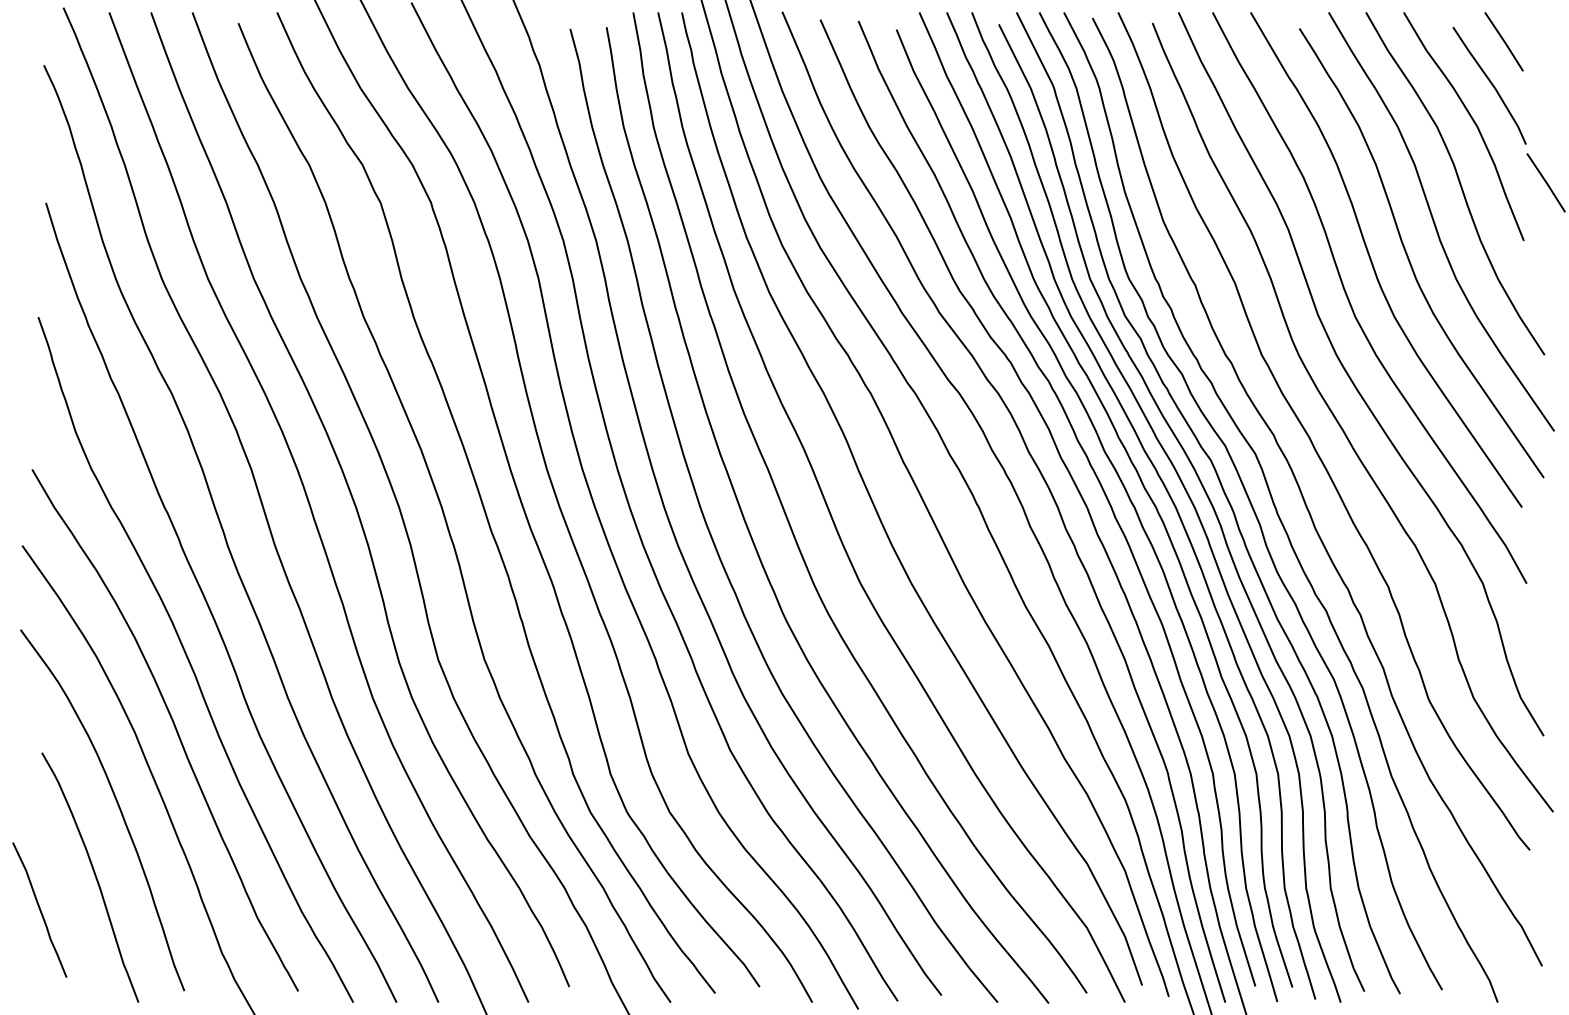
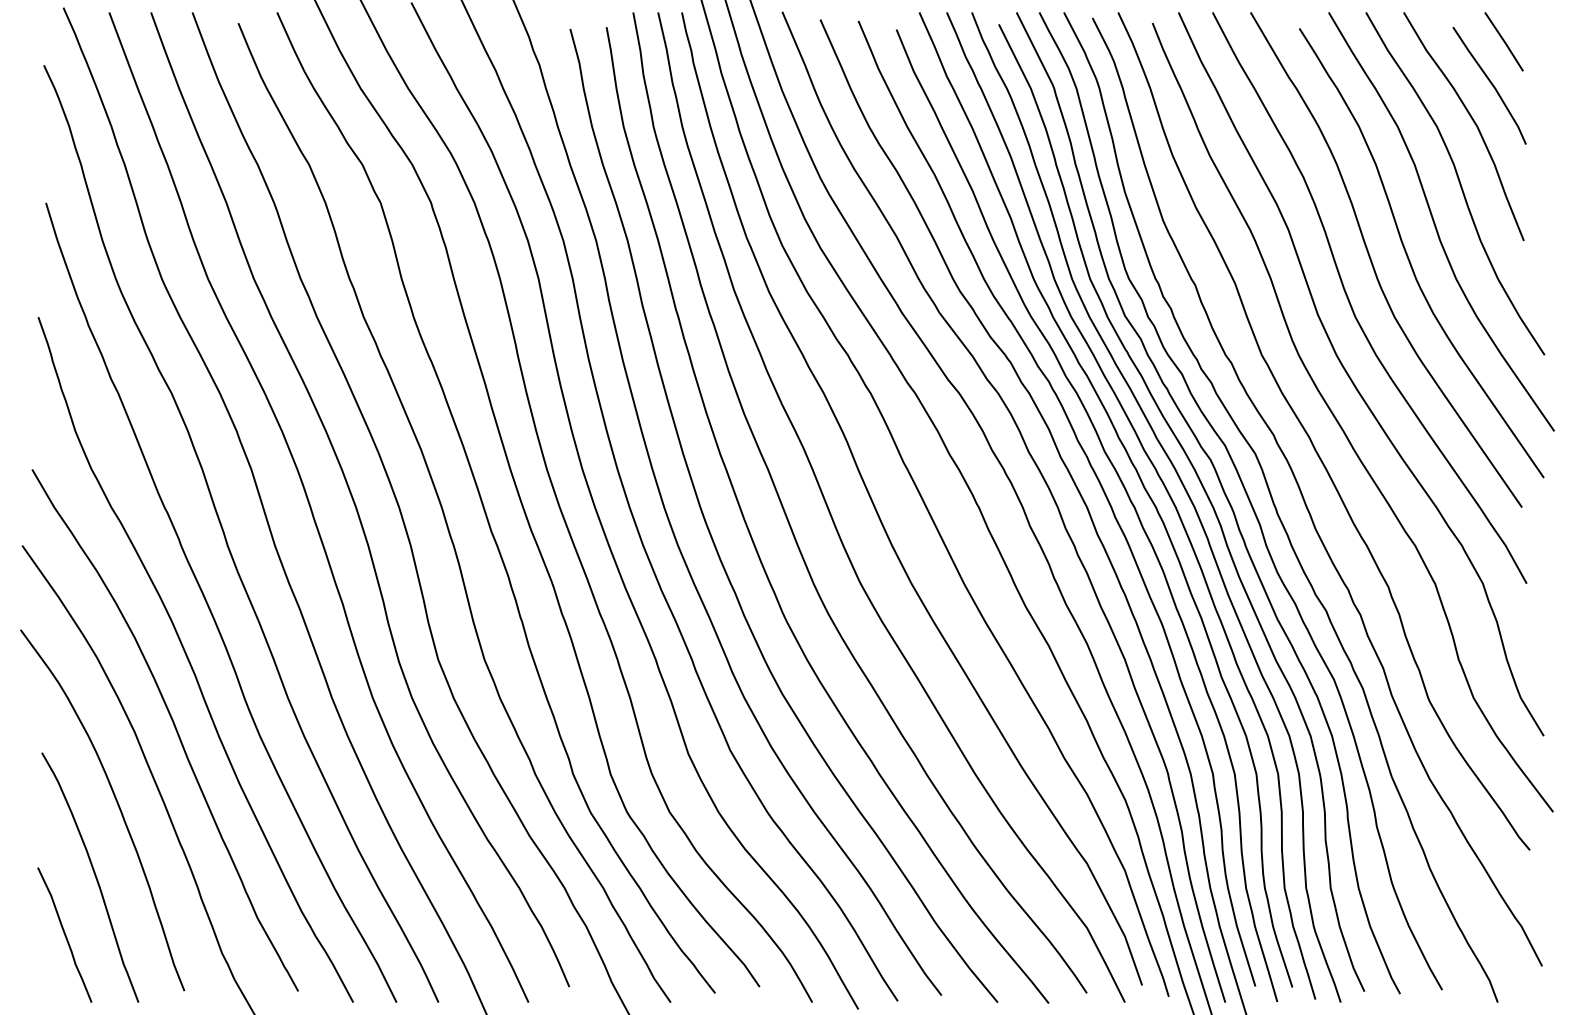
line at (1545, 182): present -> none
curve at (39, 909) position: (39, 909) -> (64, 934)
